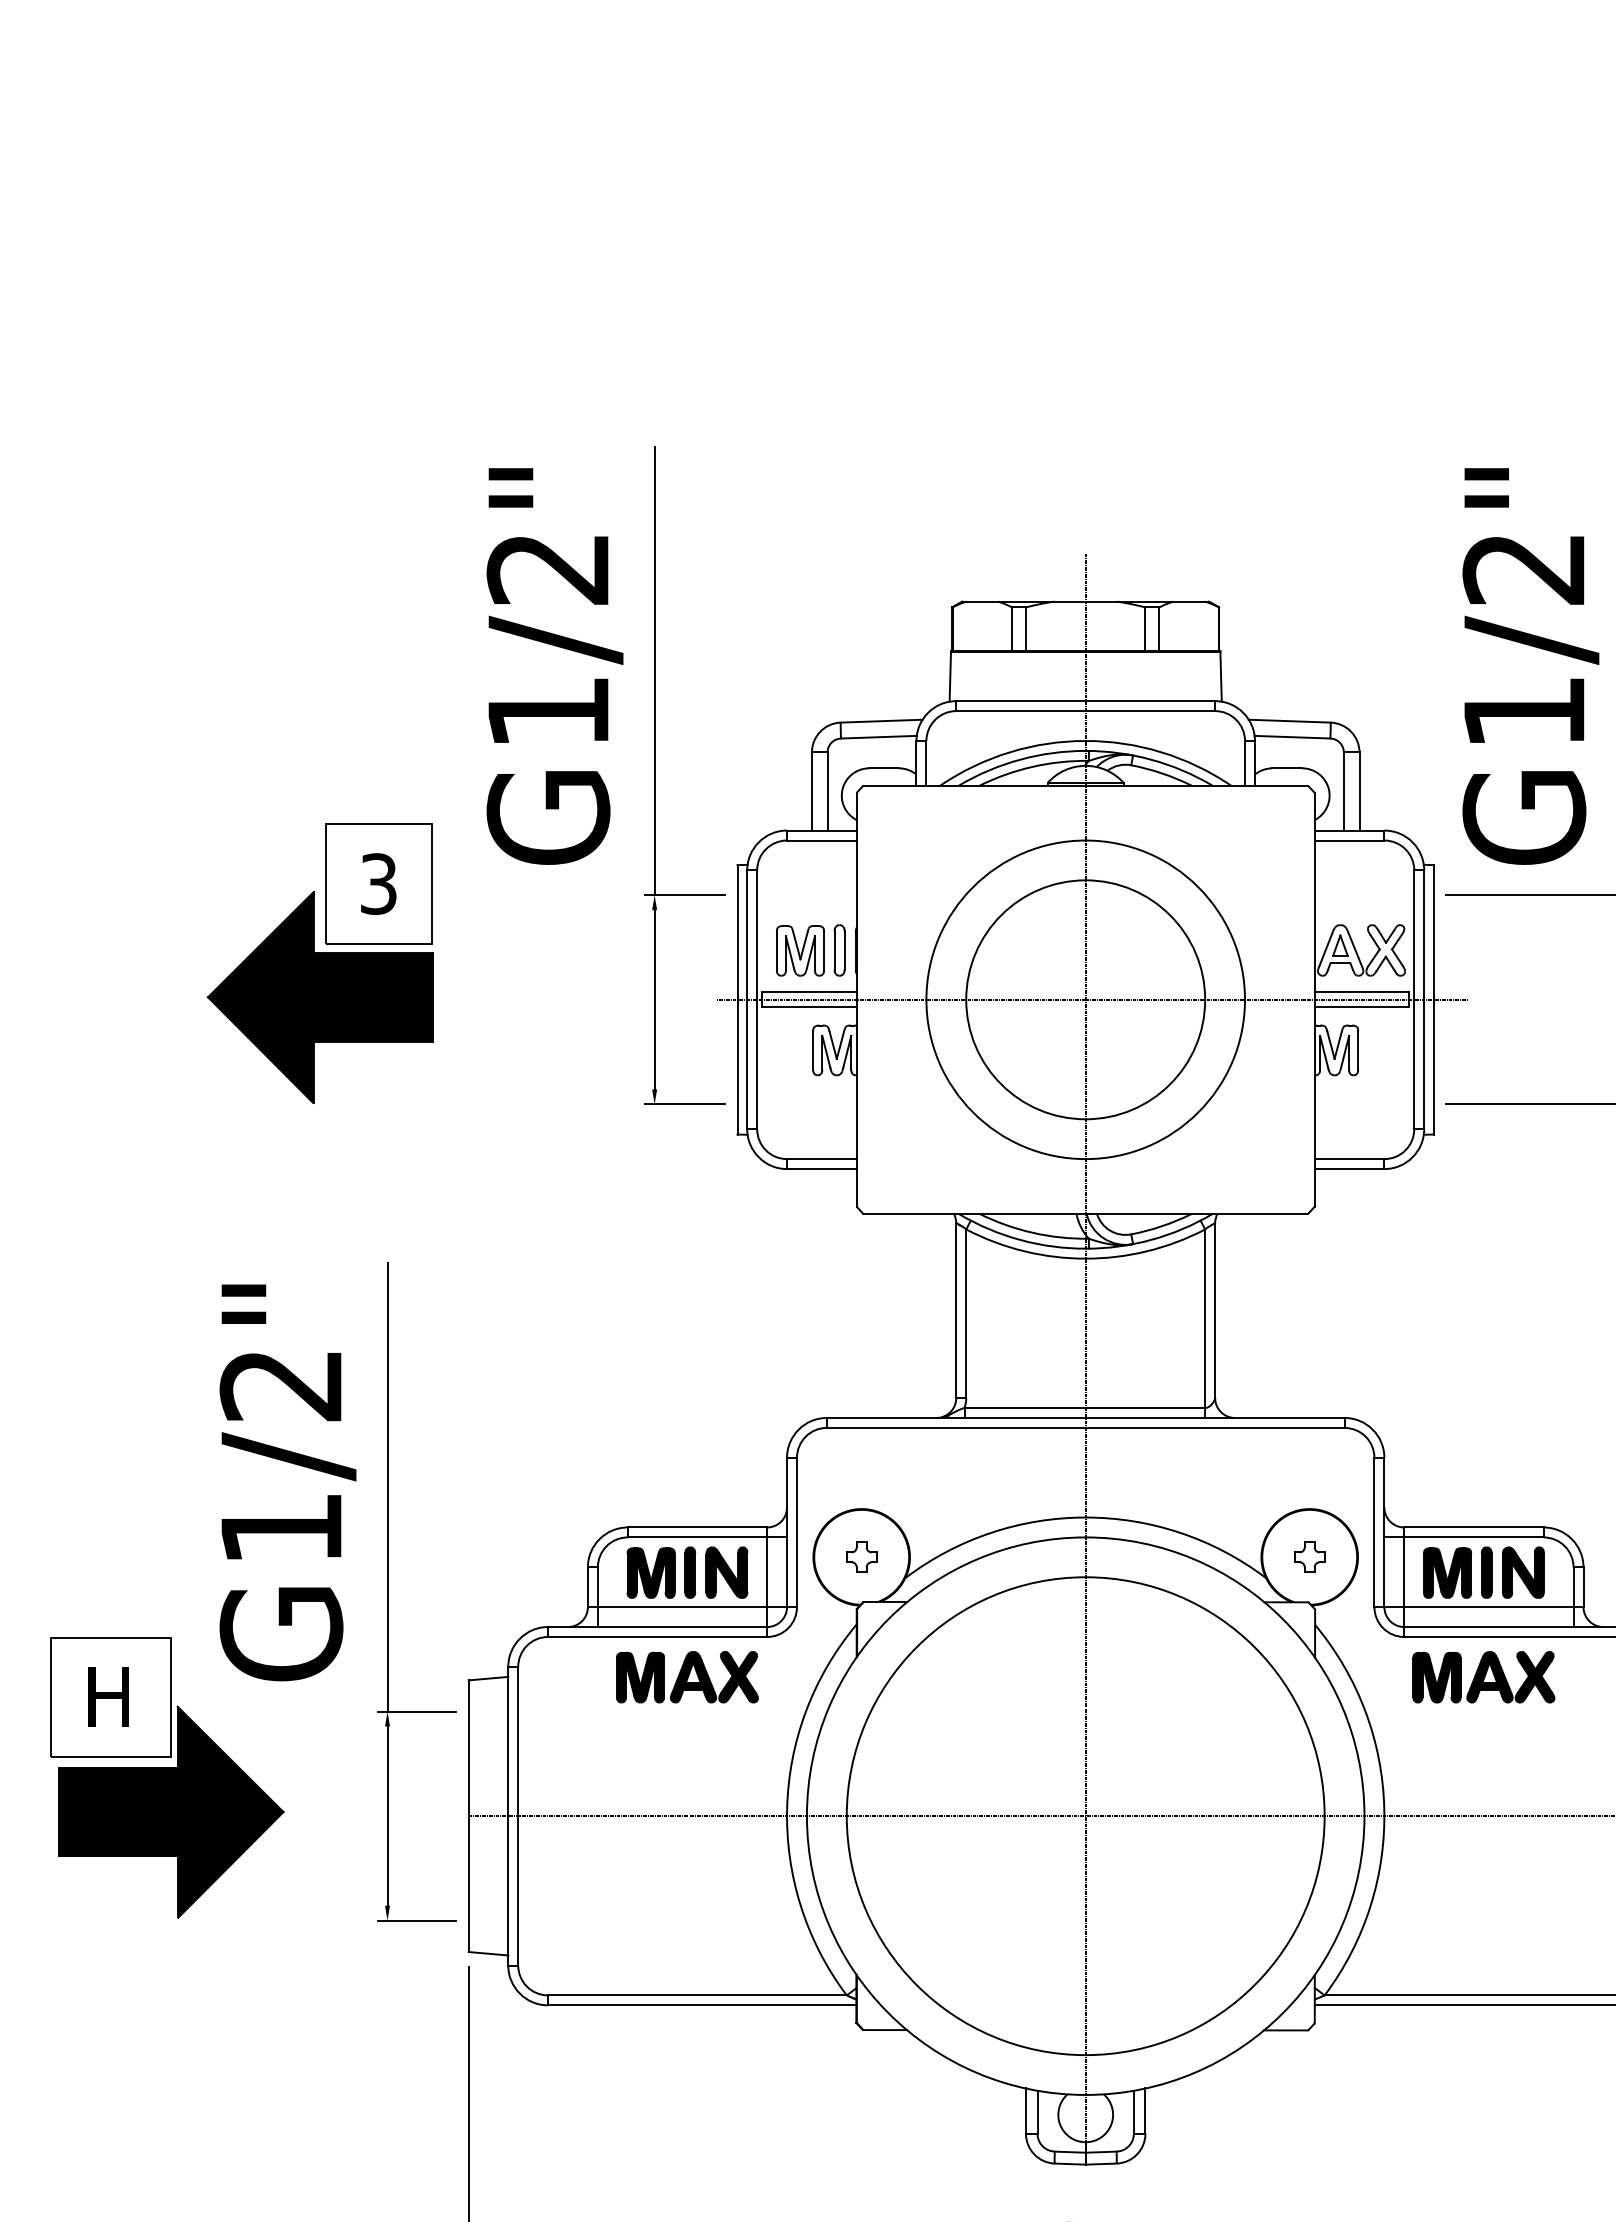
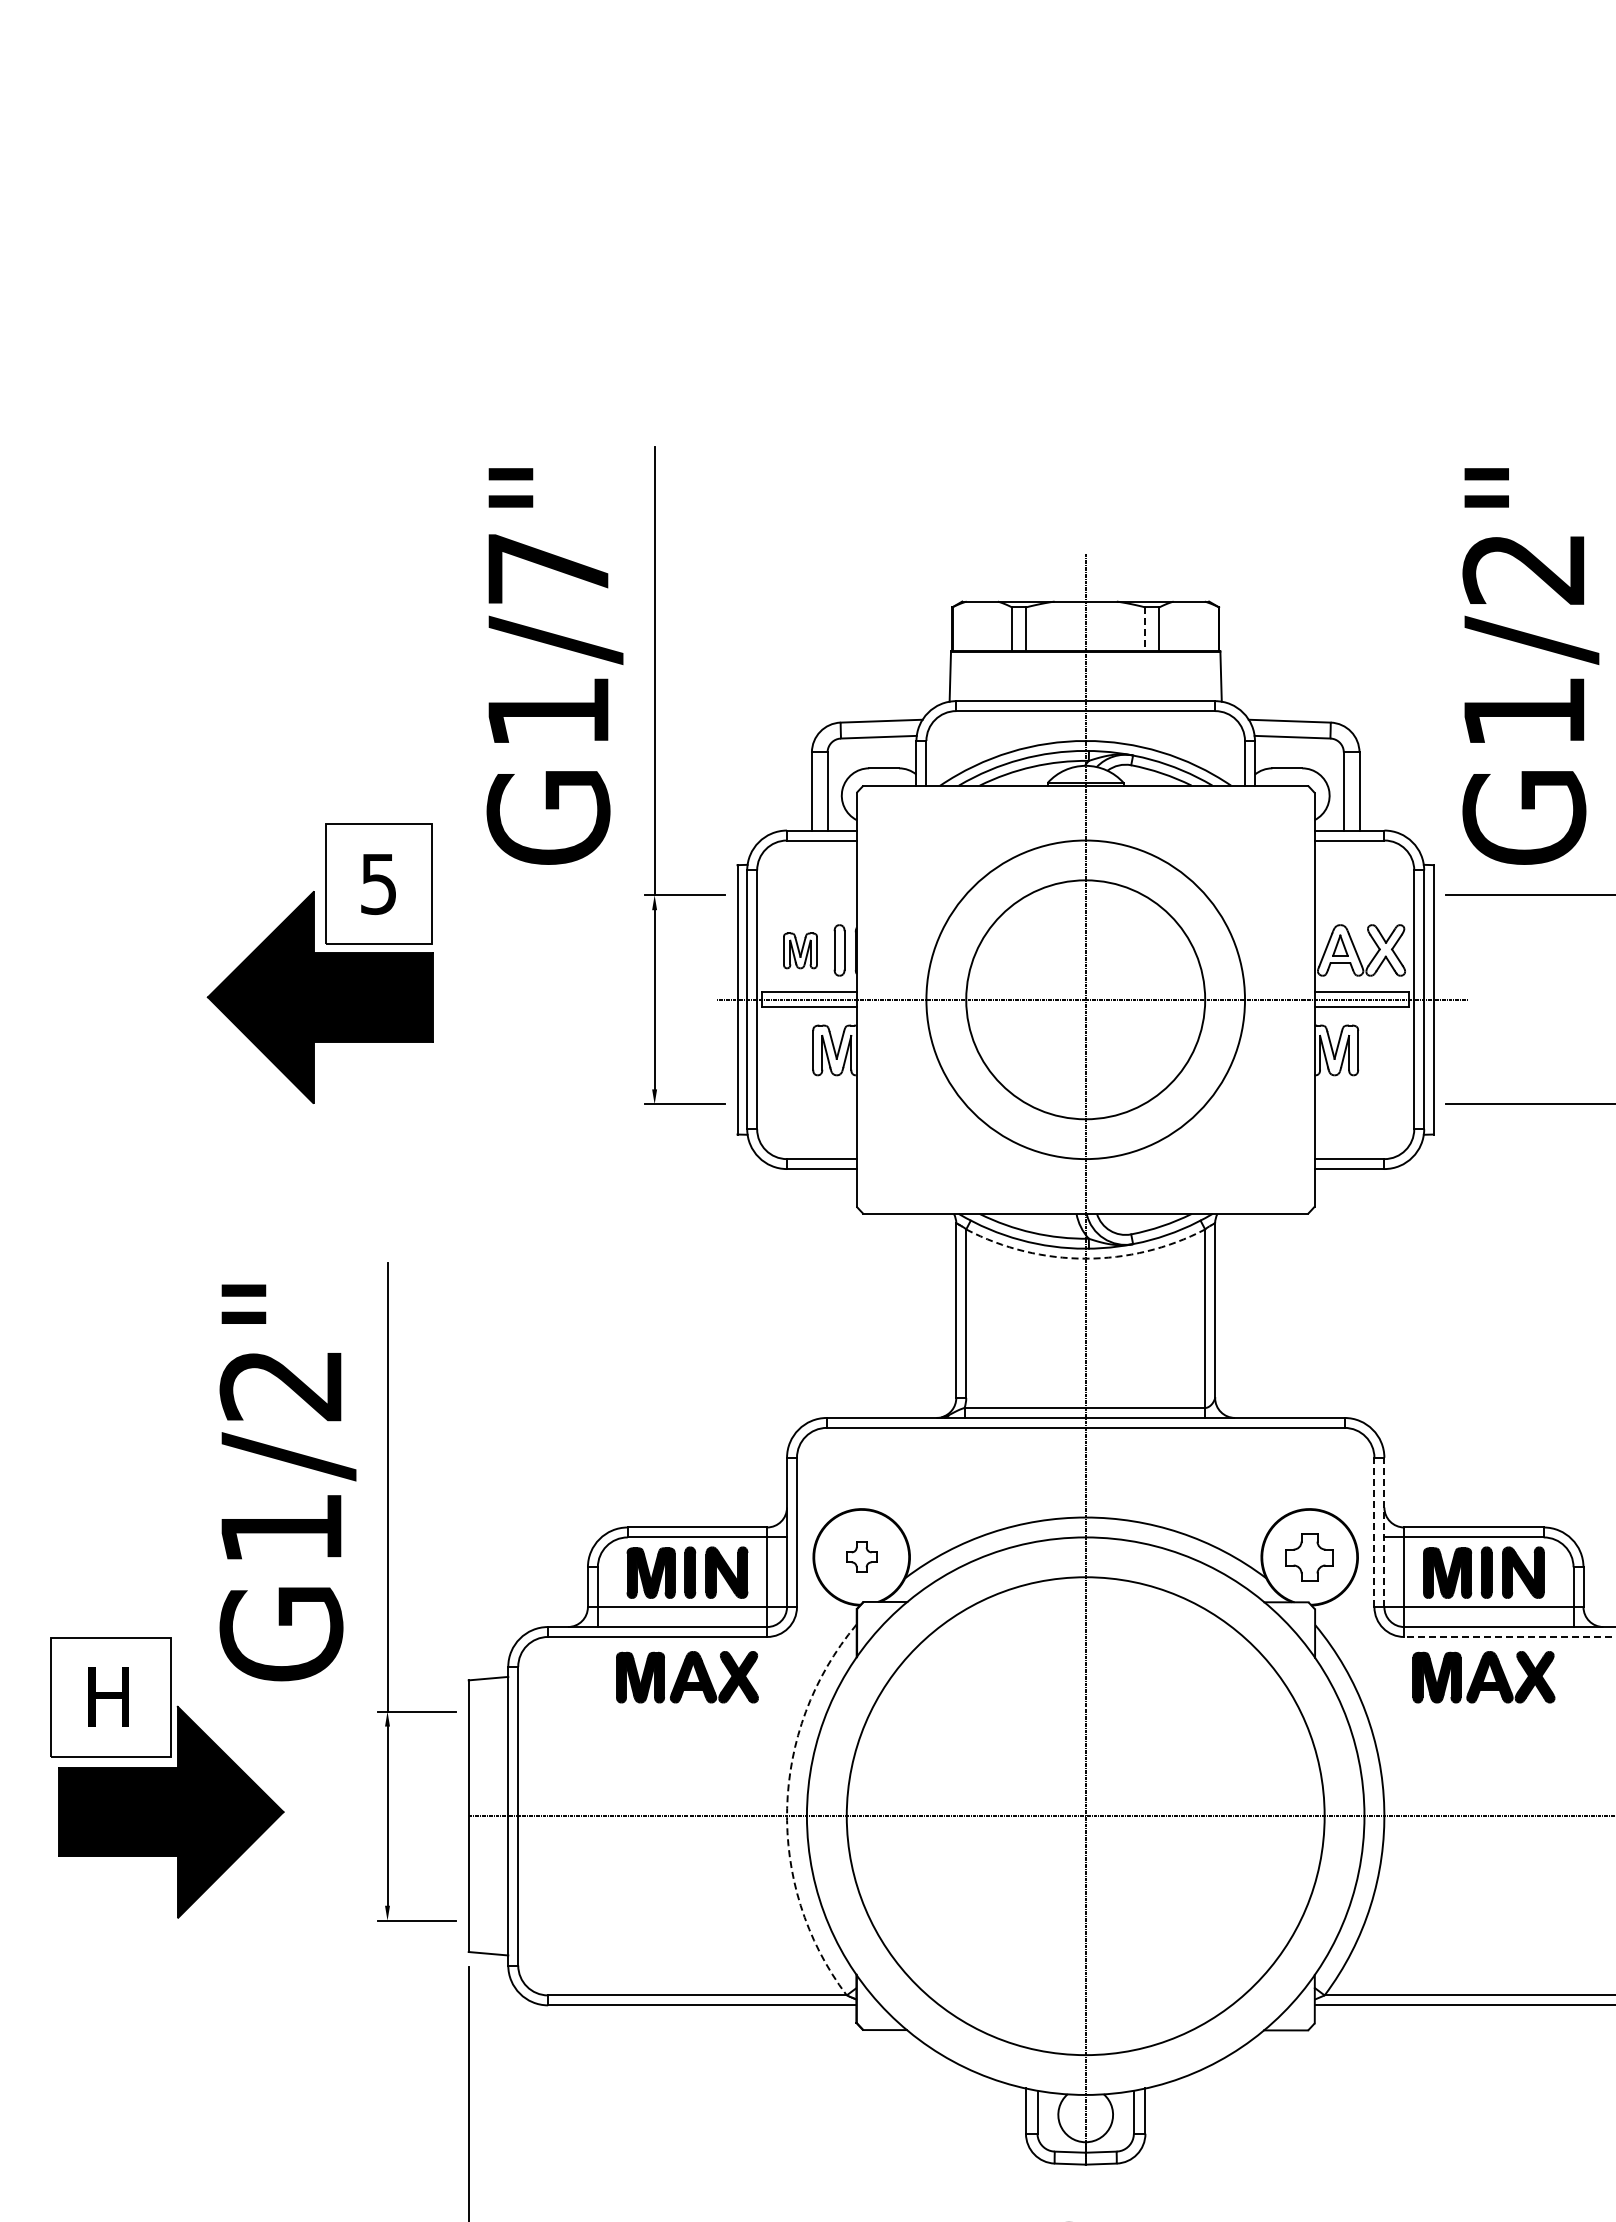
text at (547, 569): G1/2" -> G1/7"
line at (1145, 629): solid -> dashed
text at (378, 883): 3 -> 5
part at (800, 950) size: 49x52 px -> 35x38 px
arc at (1085, 1258): solid -> dashed
line at (1374, 1532): solid -> dashed
line at (1384, 1532): solid -> dashed
part at (1309, 1556) size: 32x32 px -> 49x49 px
line at (1509, 1636): solid -> dashed
arc at (787, 1808): solid -> dashed
